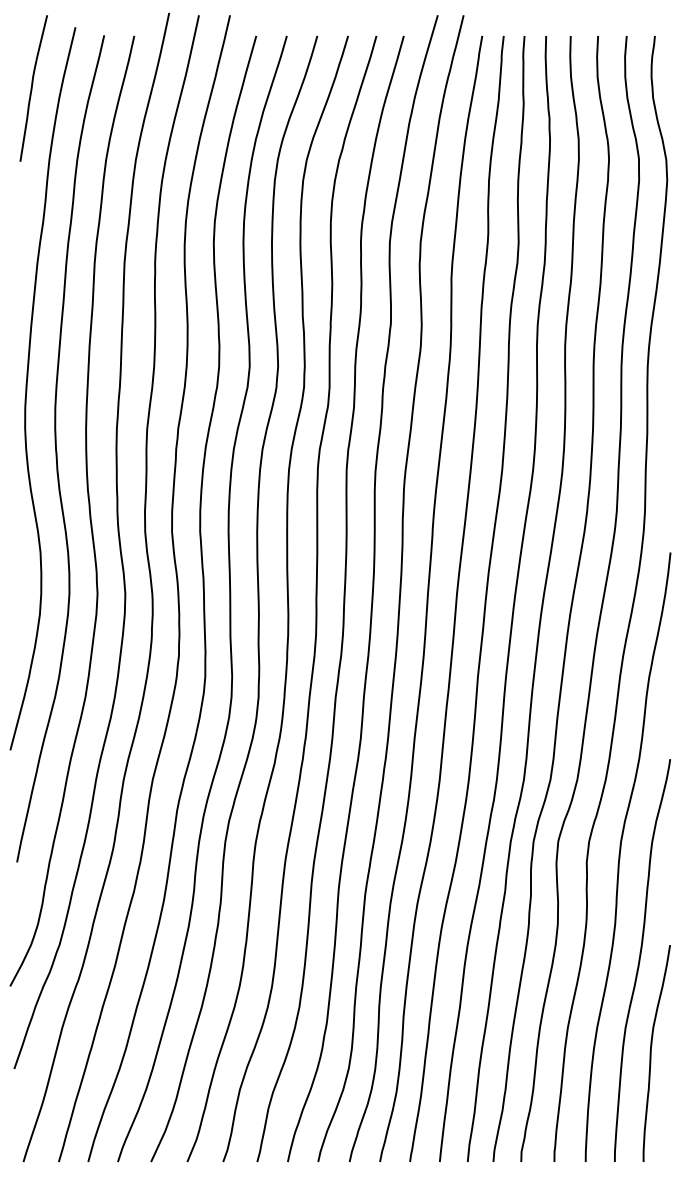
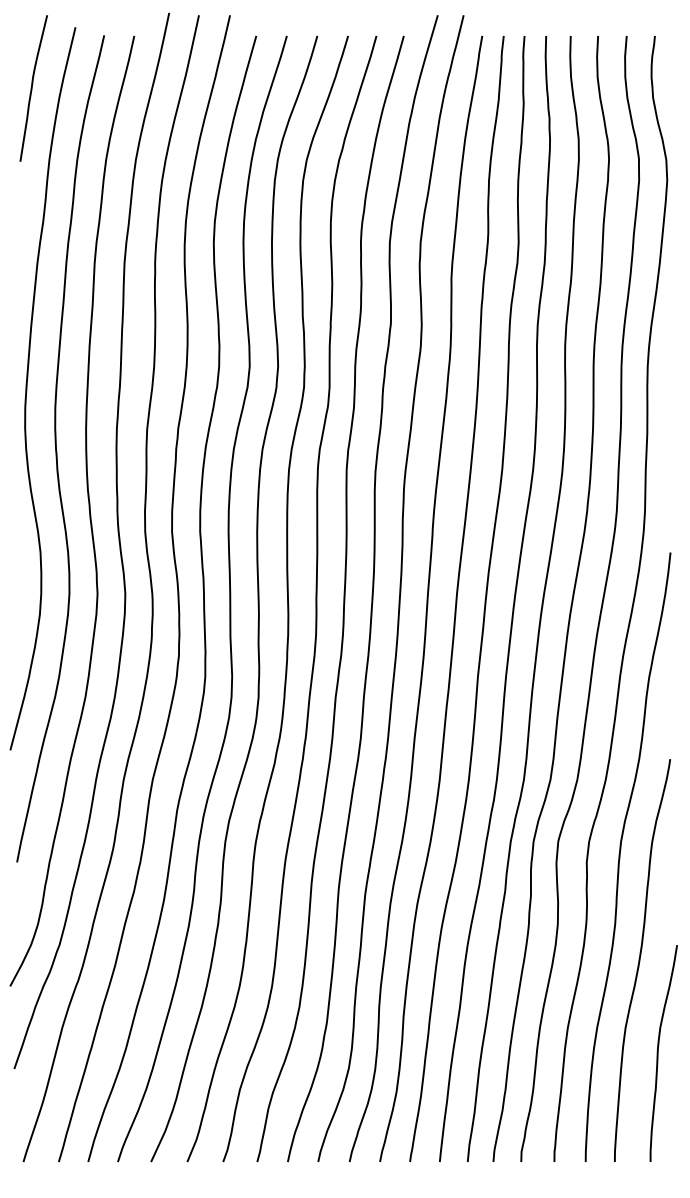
curve at (651, 1053) position: (651, 1053) -> (658, 1053)
